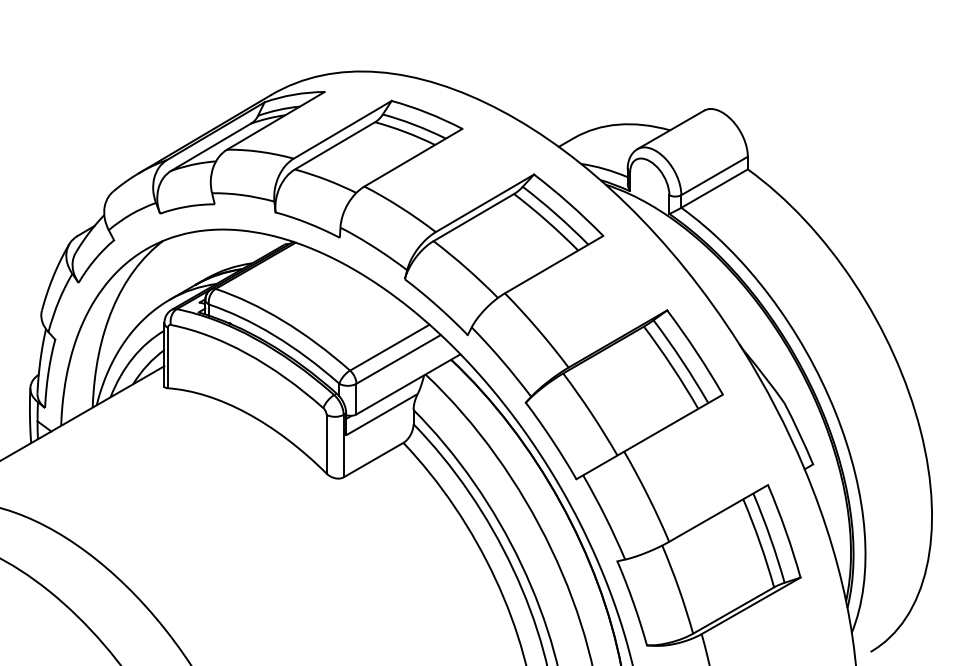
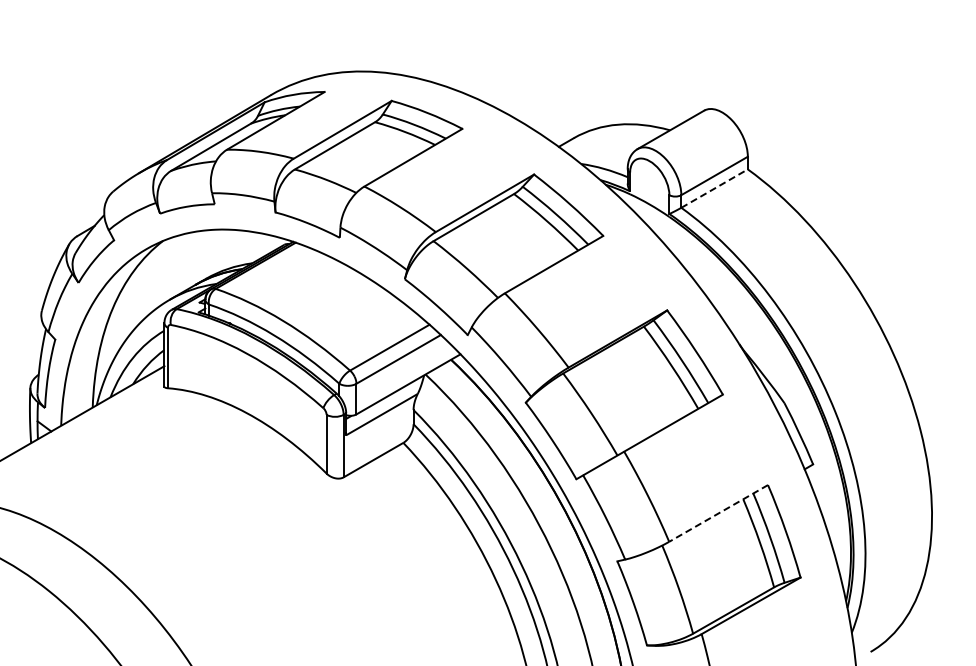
line at (715, 188): solid -> dashed
line at (718, 513): solid -> dashed
